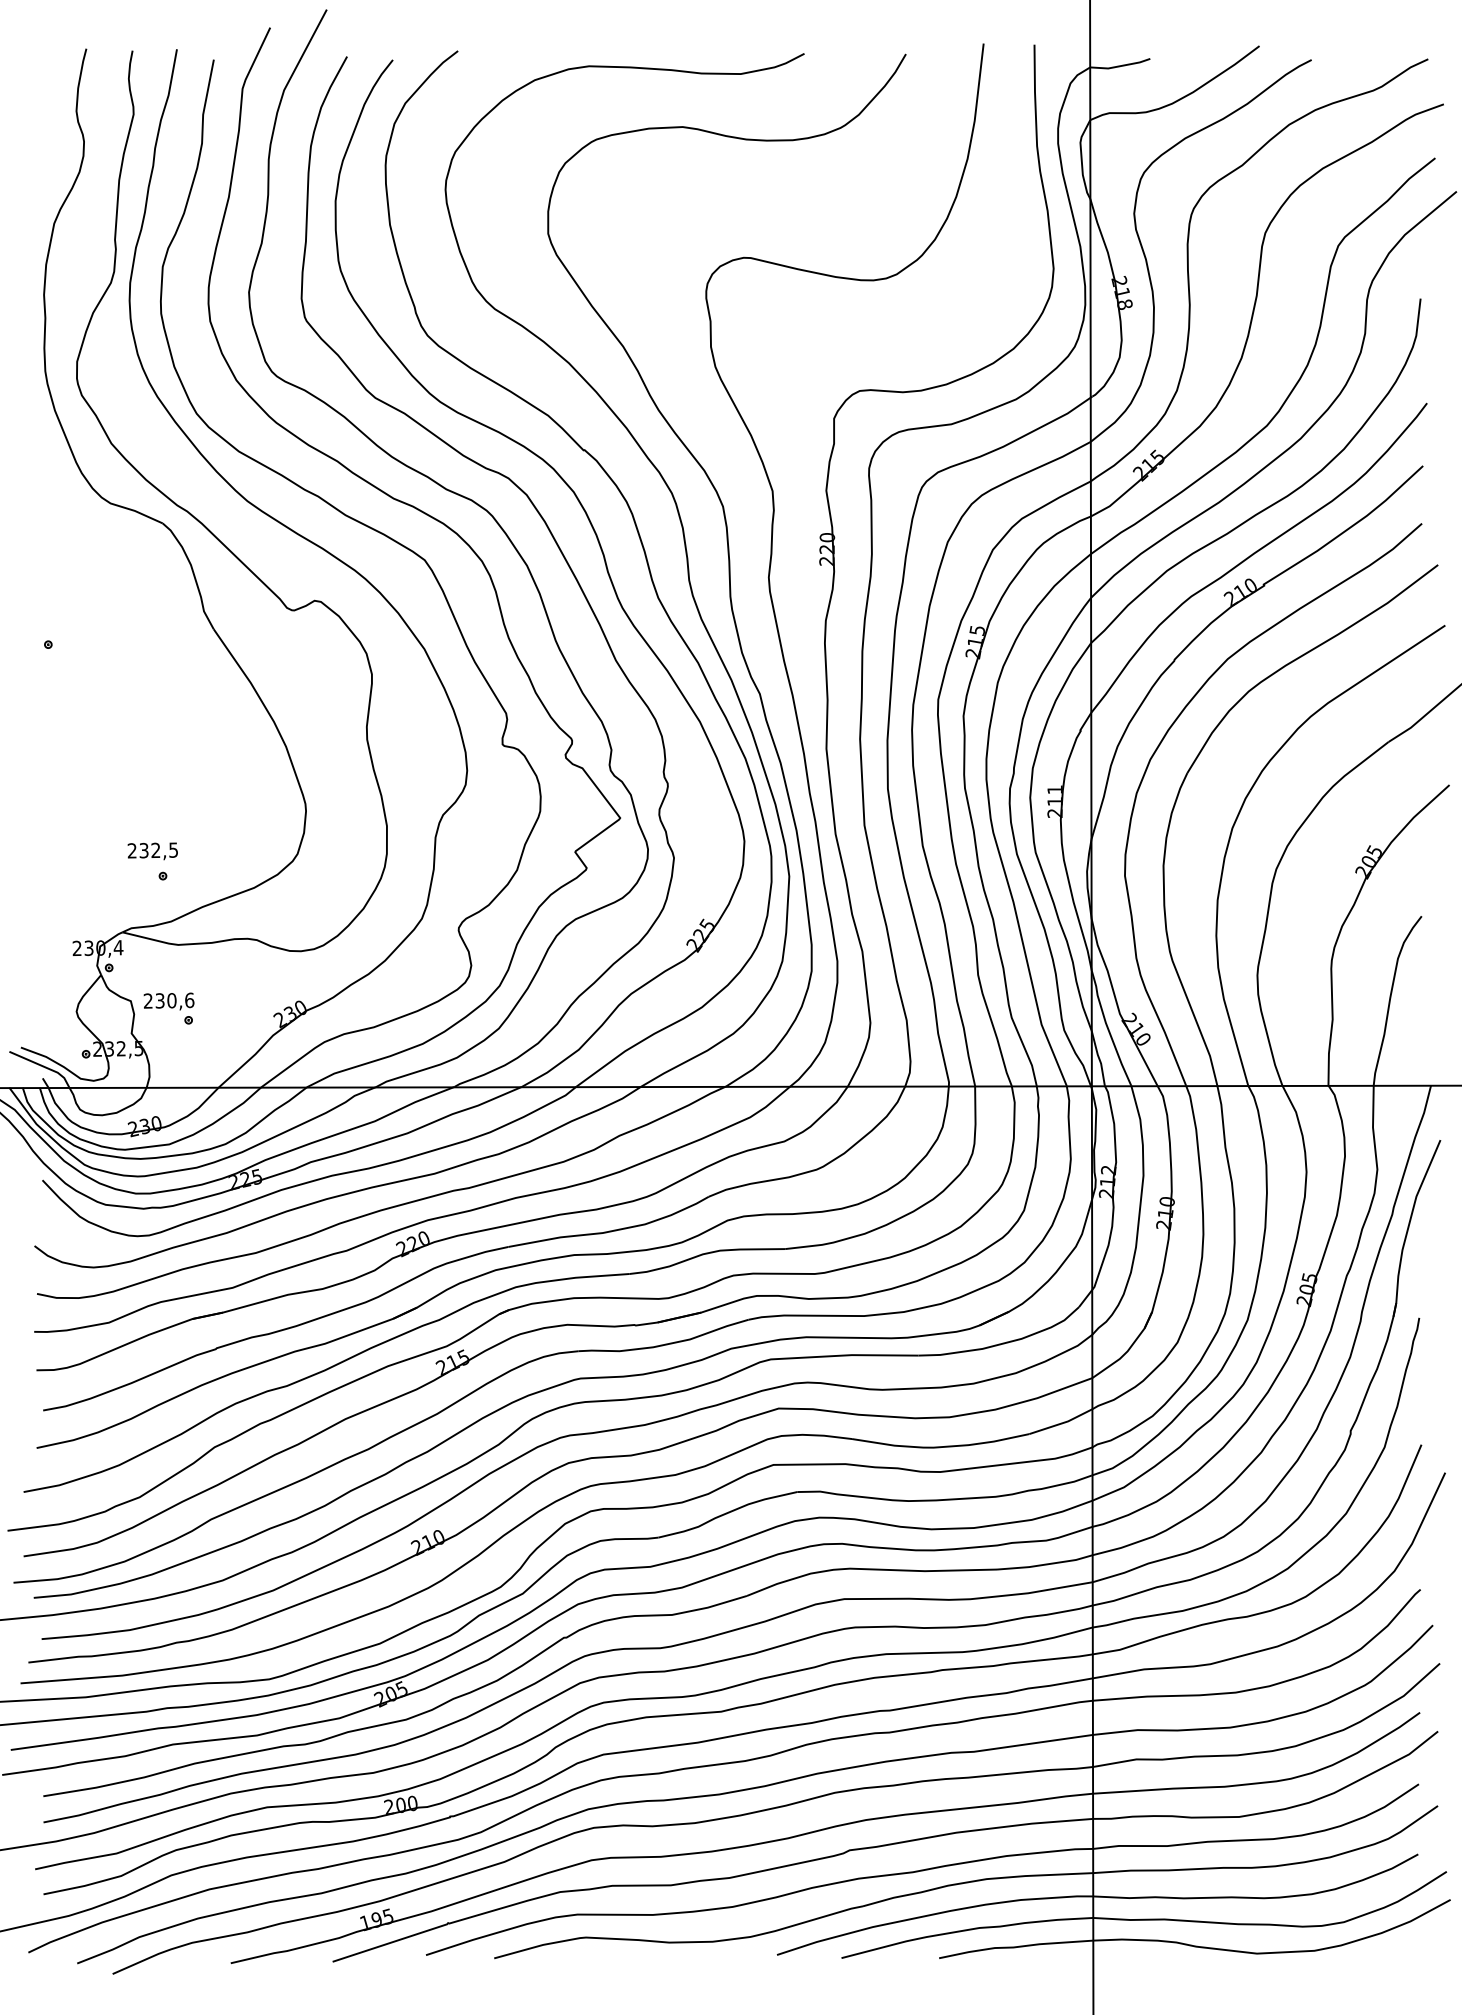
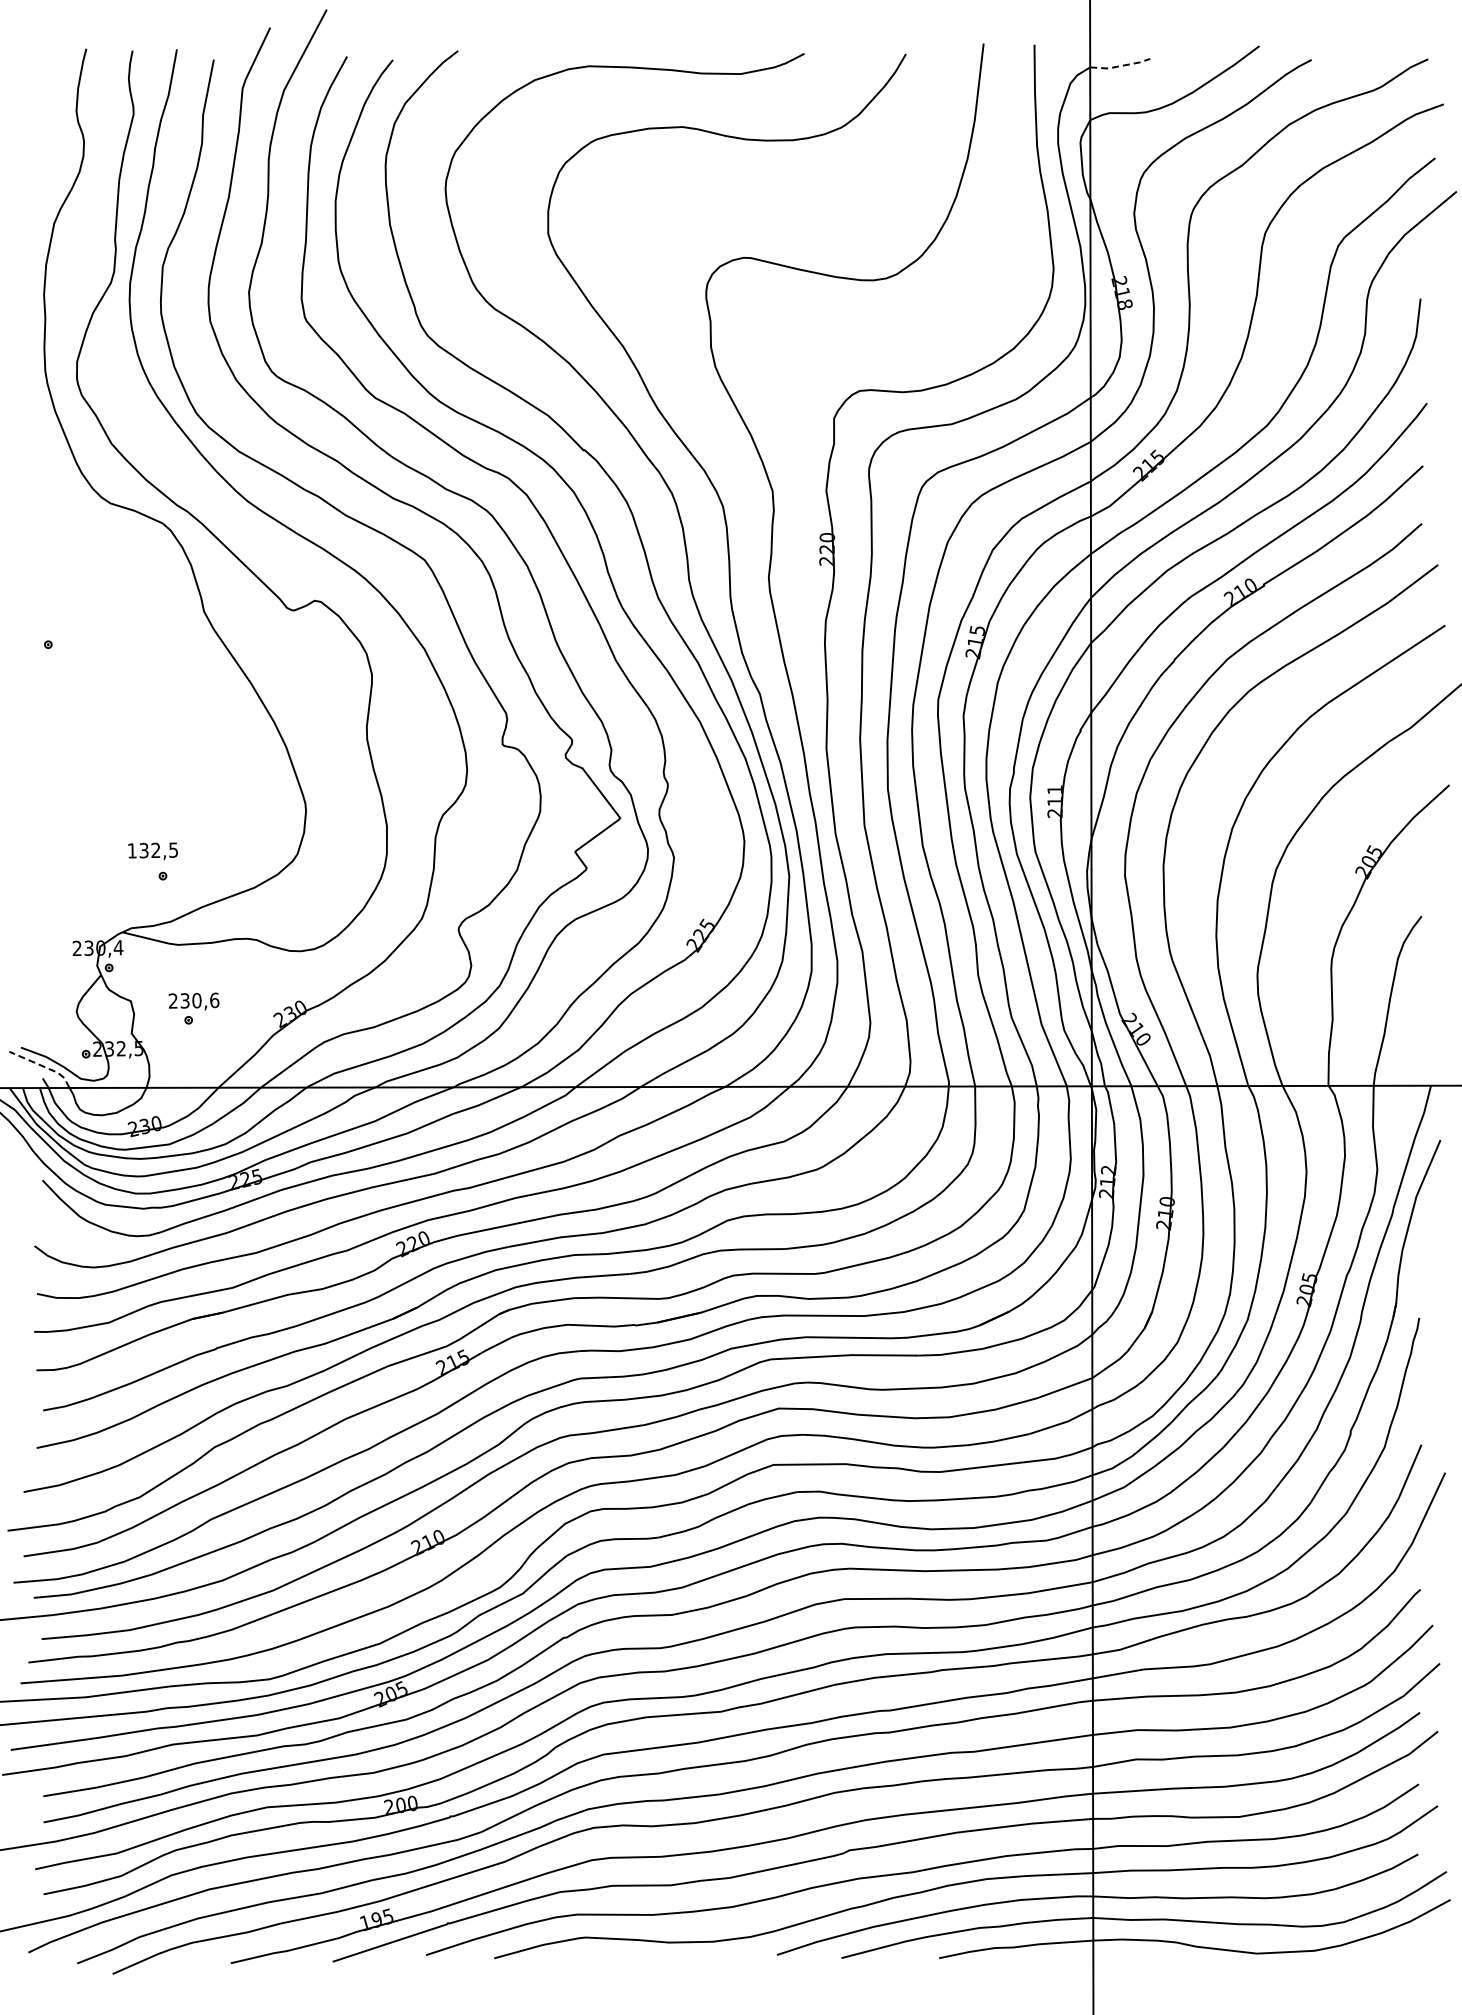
line at (1120, 66): solid -> dashed
text at (131, 850): 232,5 -> 132,5
text at (168, 1001) position: (168, 1001) -> (193, 1001)
line at (43, 1066): solid -> dashed
